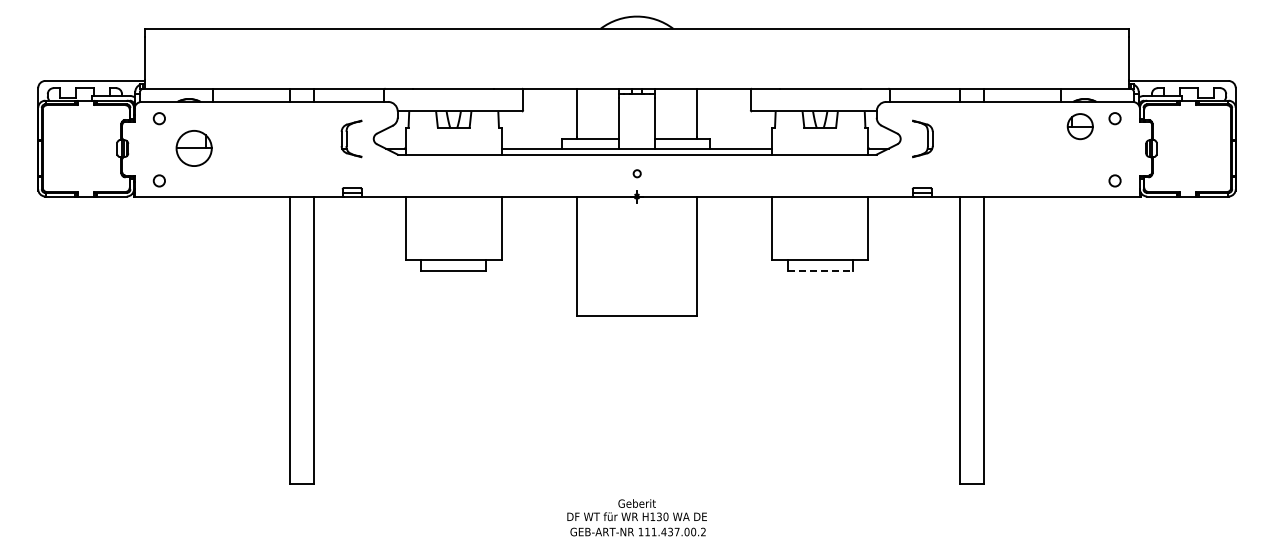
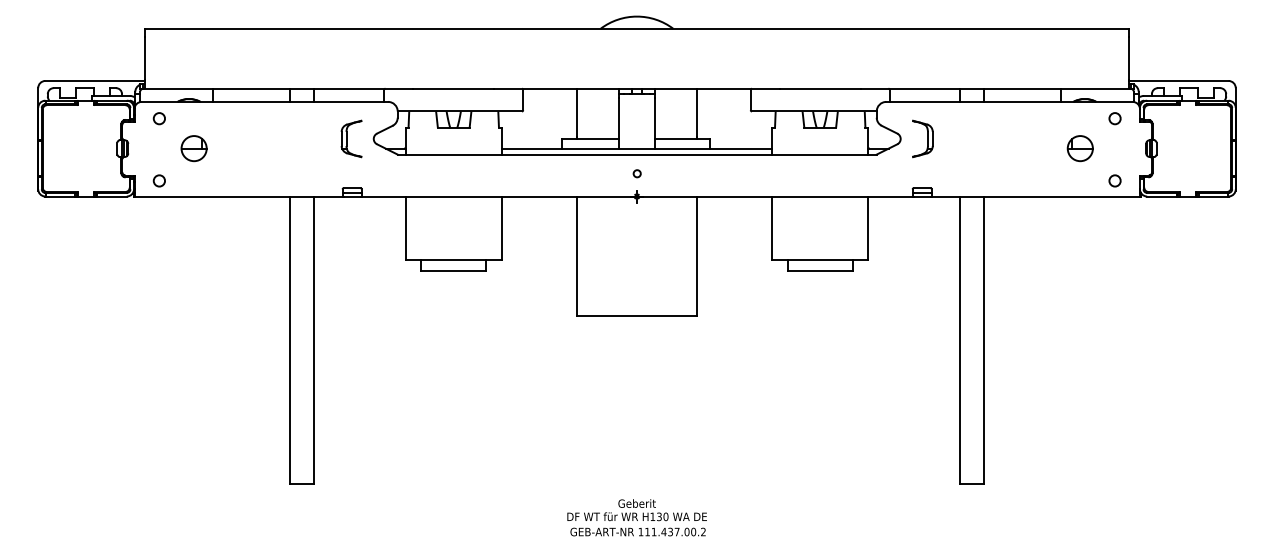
part at (1079, 126) position: (1079, 126) -> (1079, 148)
part at (193, 148) size: 38x37 px -> 28x28 px
line at (820, 270): dashed -> solid
